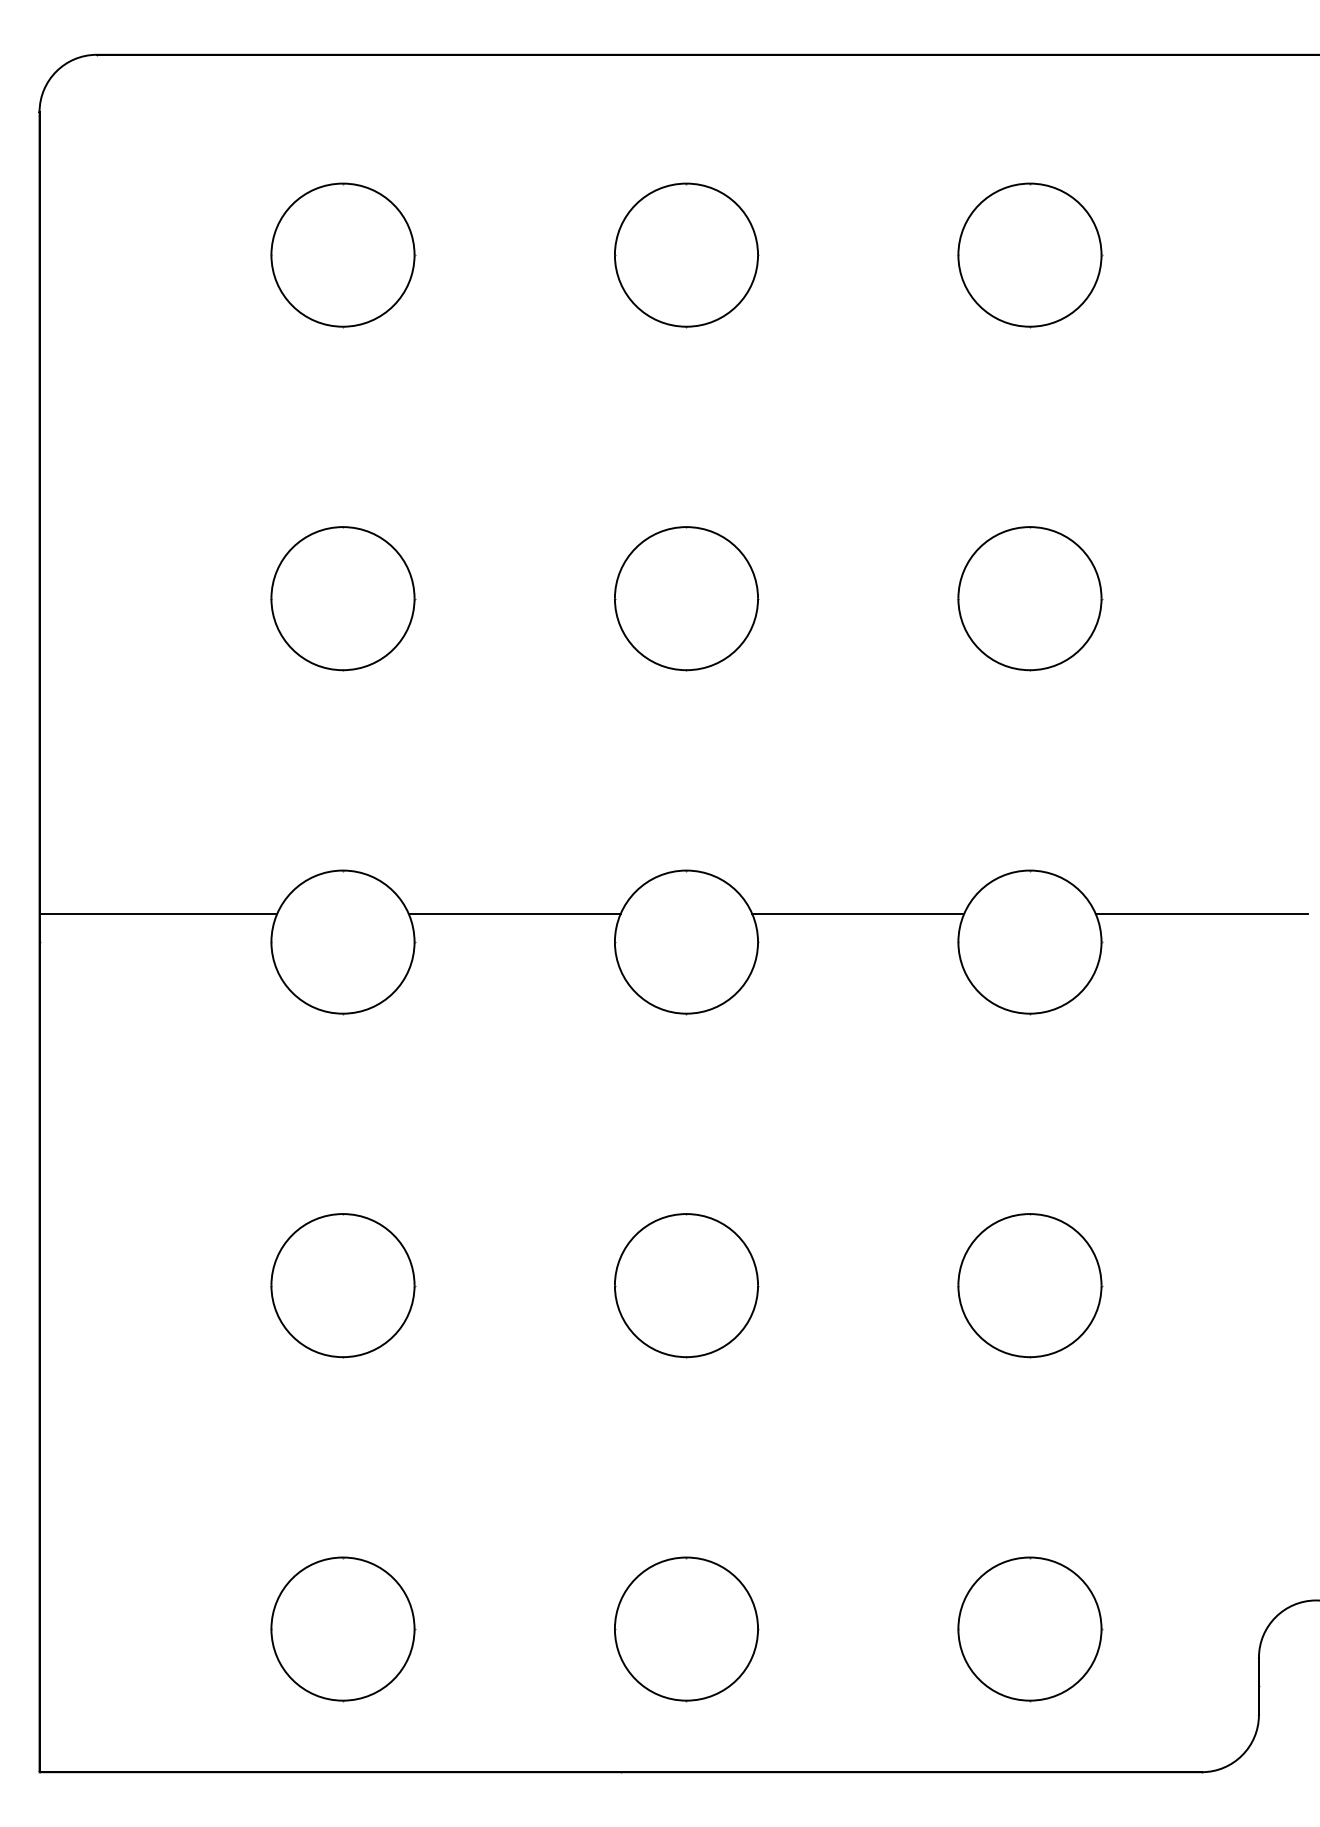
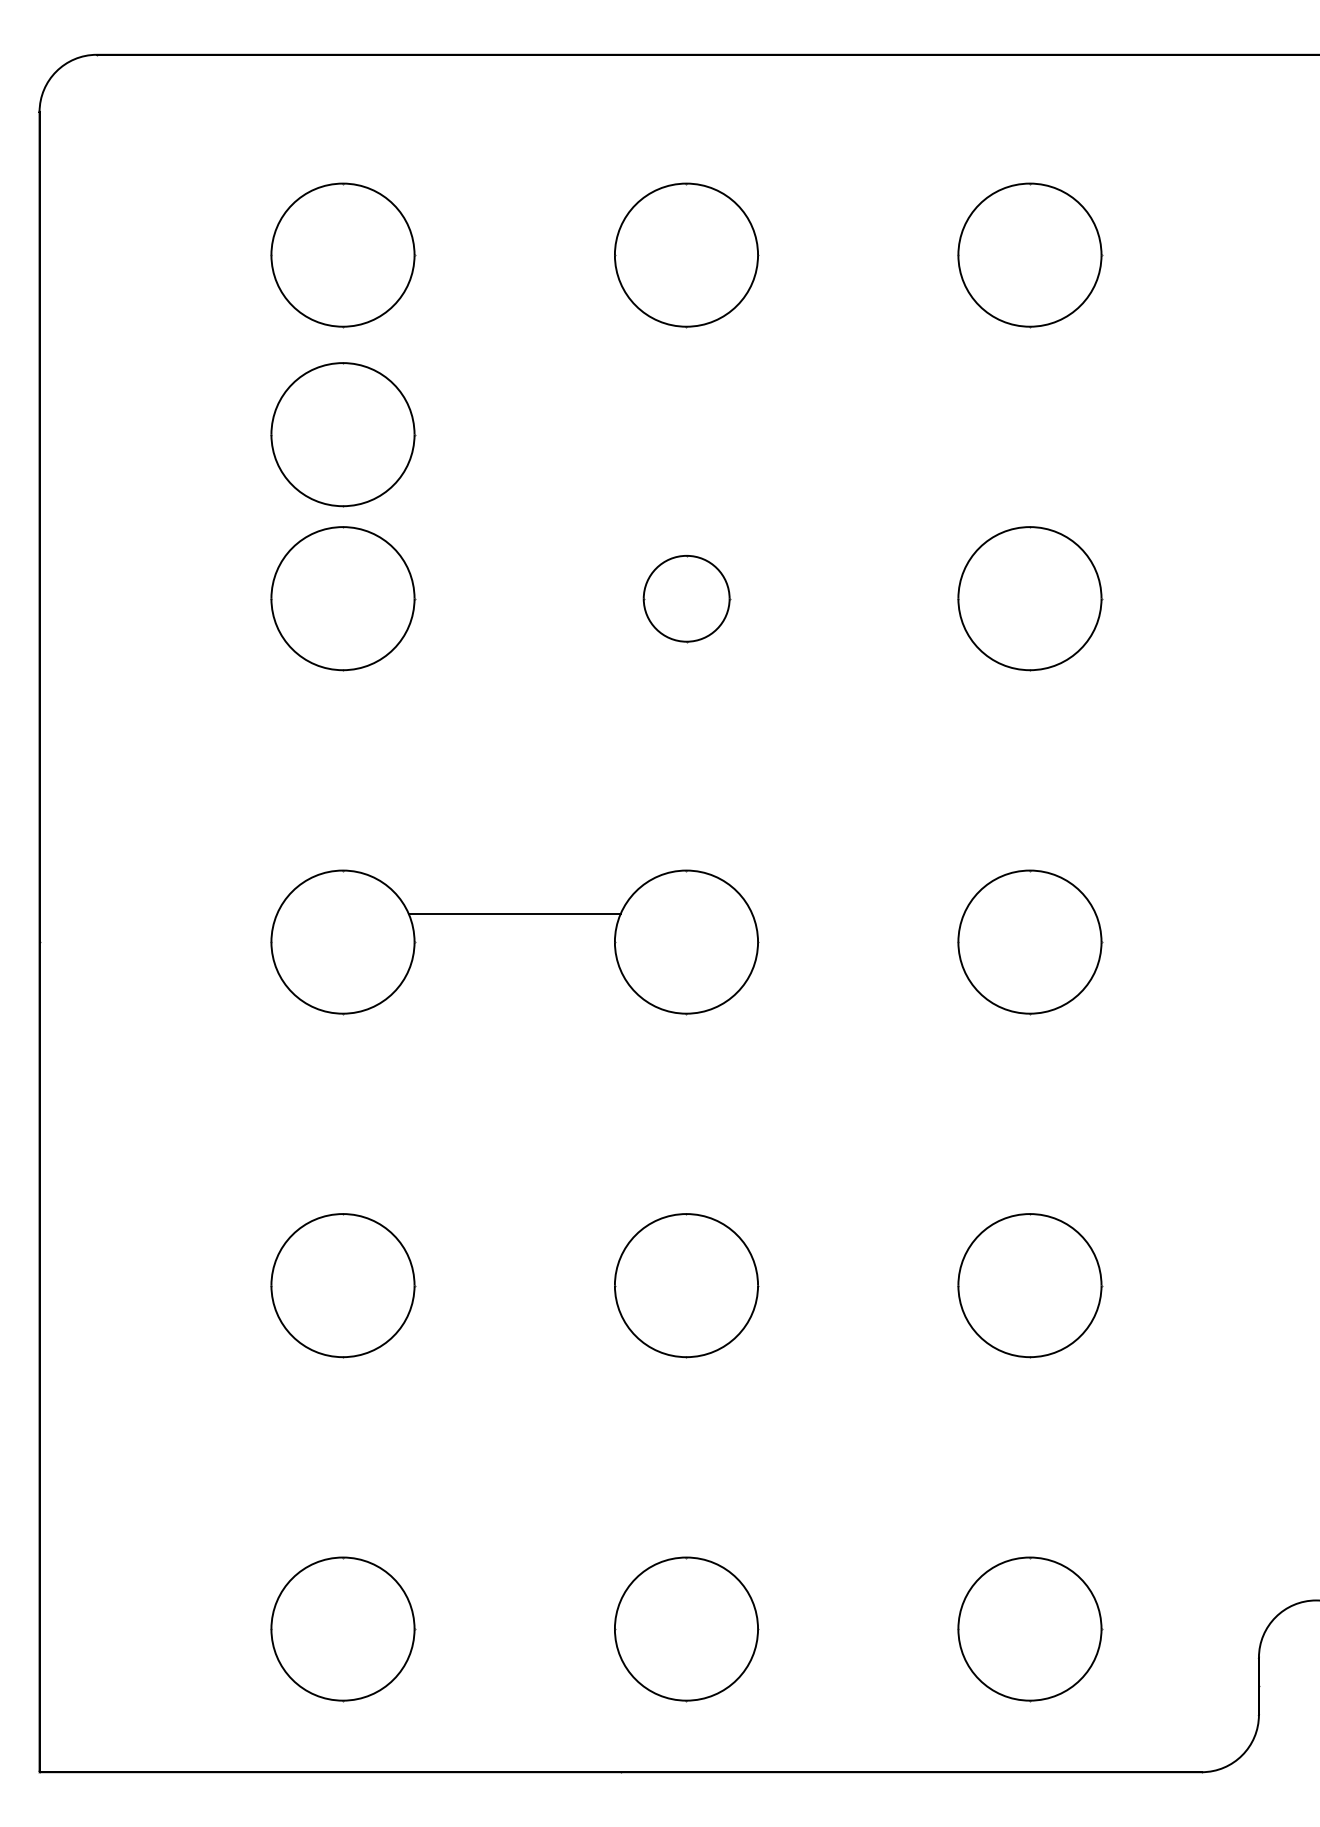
part at (343, 434): none -> present
part at (686, 598) size: 146x146 px -> 90x89 px
line at (158, 913): present -> none
line at (858, 913): present -> none
line at (1201, 913): present -> none
